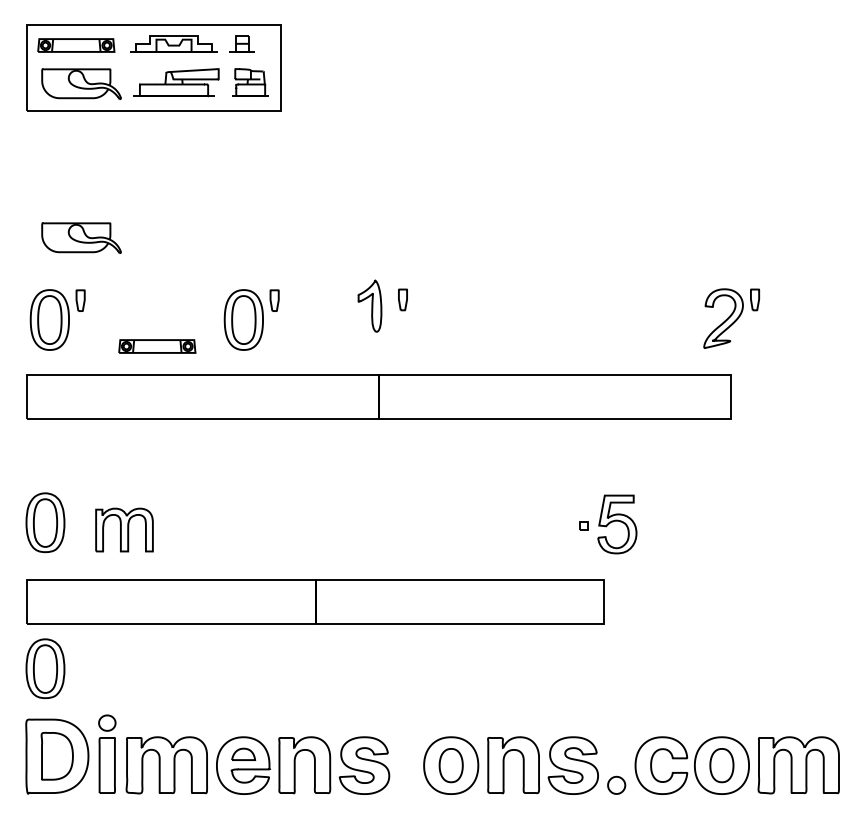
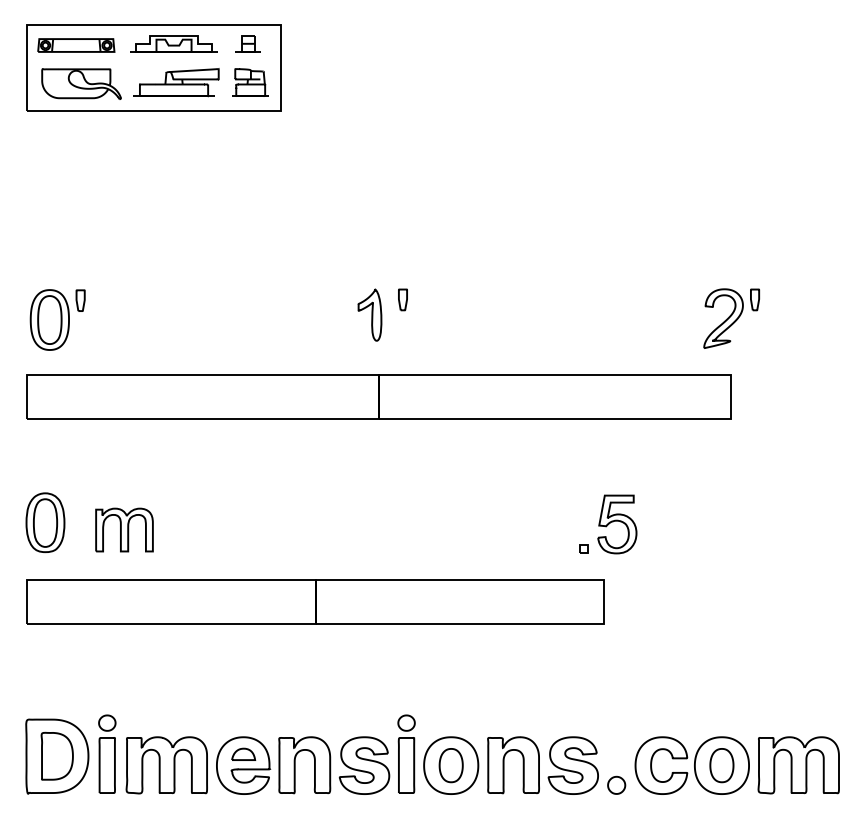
part at (241, 43) position: (241, 43) -> (247, 43)
part at (81, 237): present -> none
part at (369, 305) position: (369, 305) -> (369, 314)
part at (251, 319): present -> none
part at (157, 346): present -> none
part at (583, 525) position: (583, 525) -> (583, 548)
part at (45, 668): present -> none
part at (406, 753): none -> present
